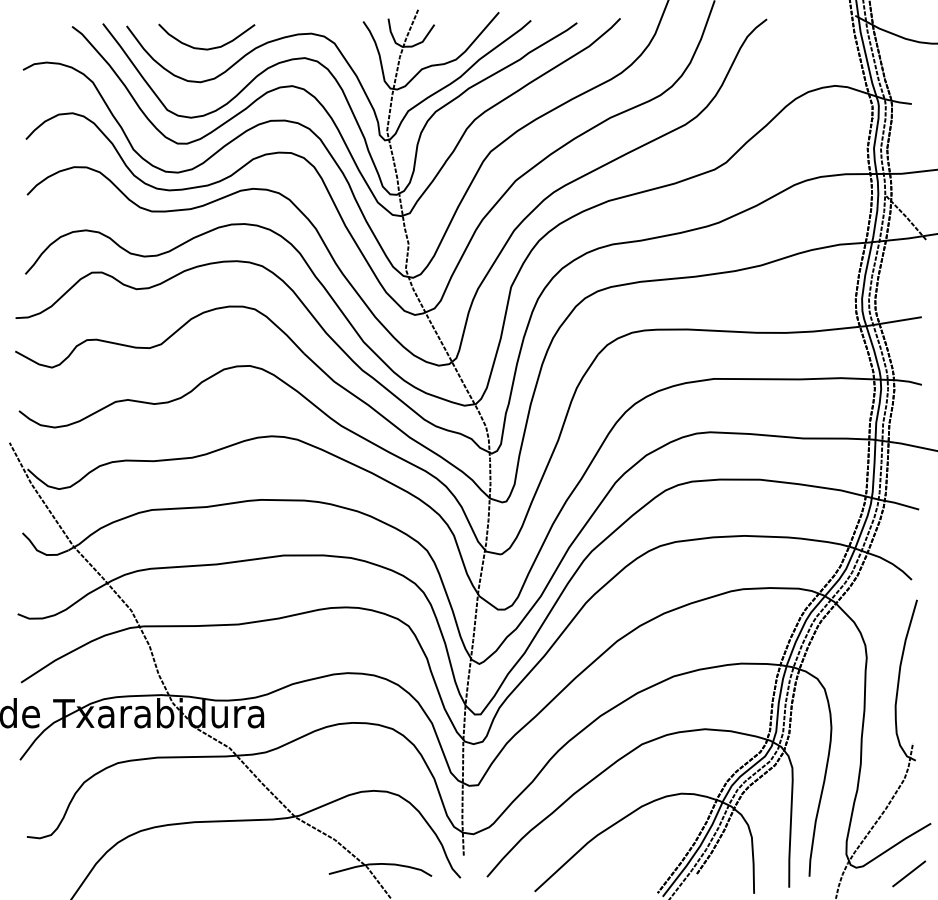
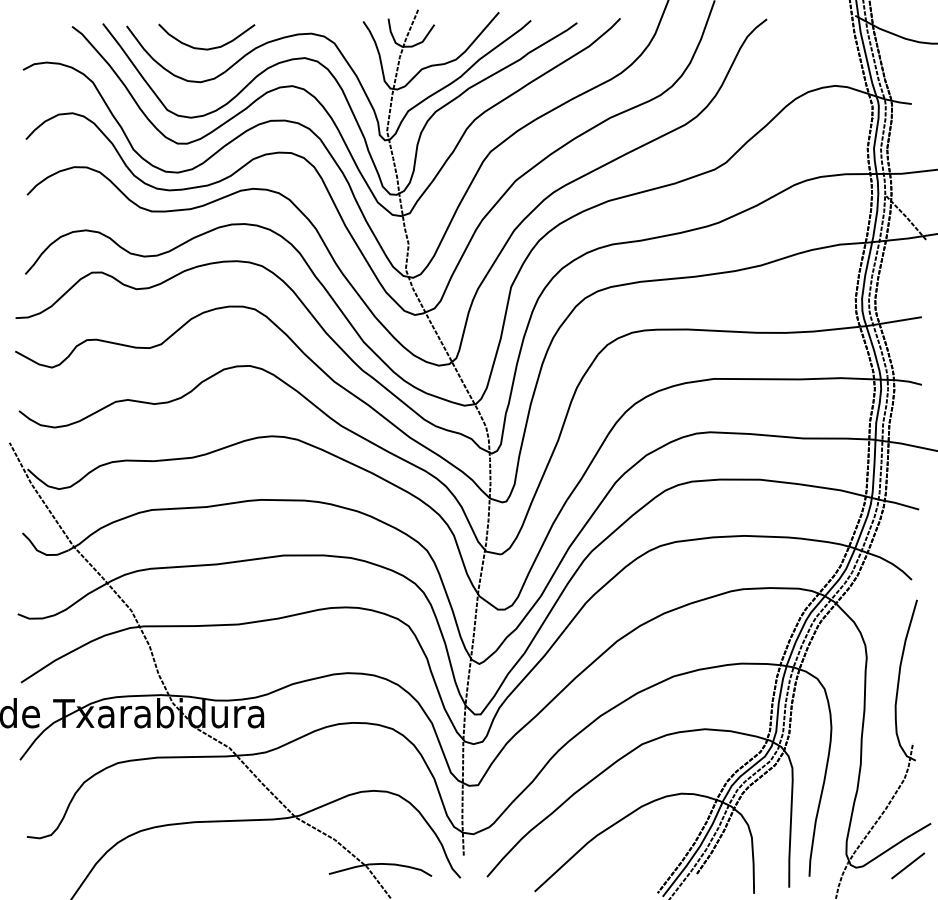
line at (909, 873) position: (909, 873) -> (908, 865)
